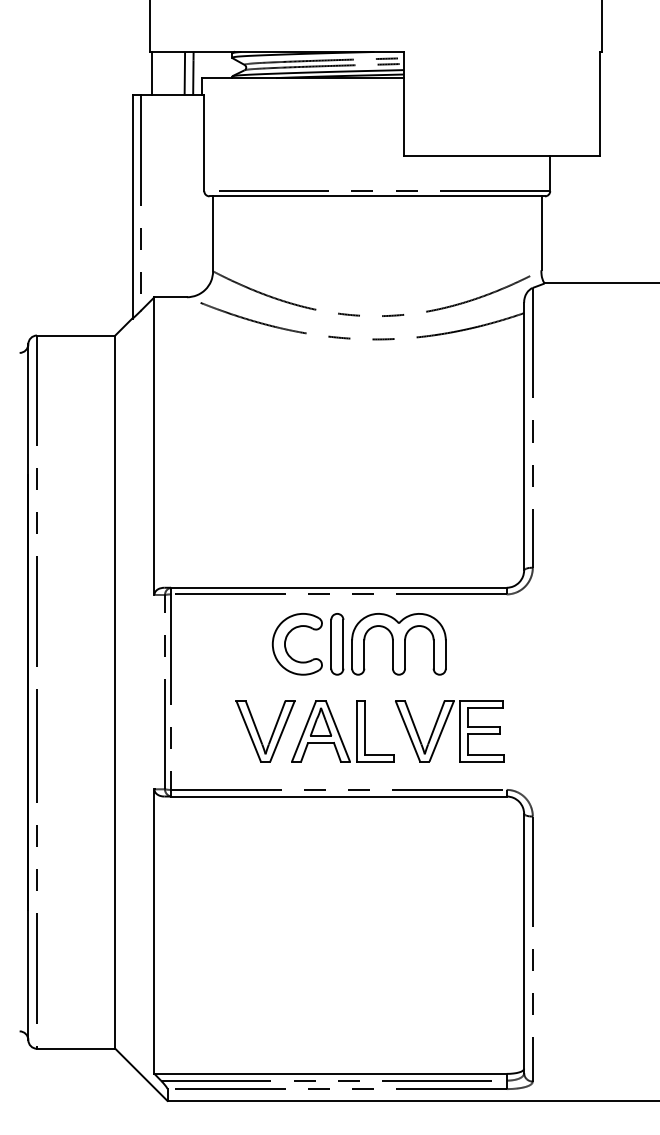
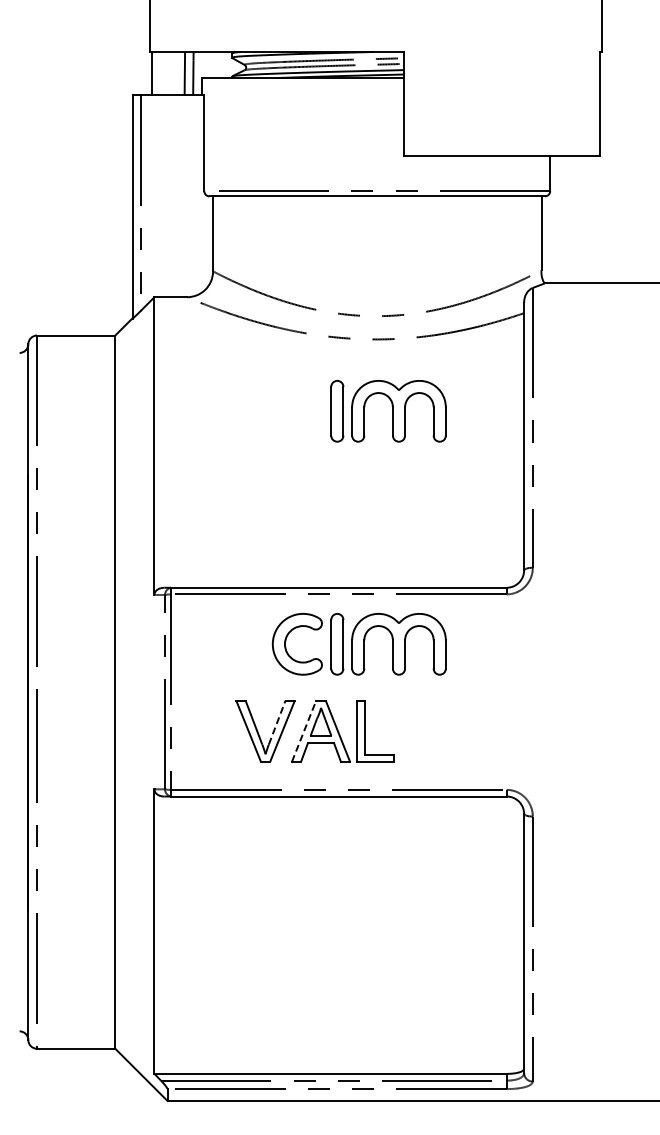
part at (388, 411): none -> present
line at (277, 722): solid -> dashed
part at (443, 730): present -> none
line at (304, 731): solid -> dashed
